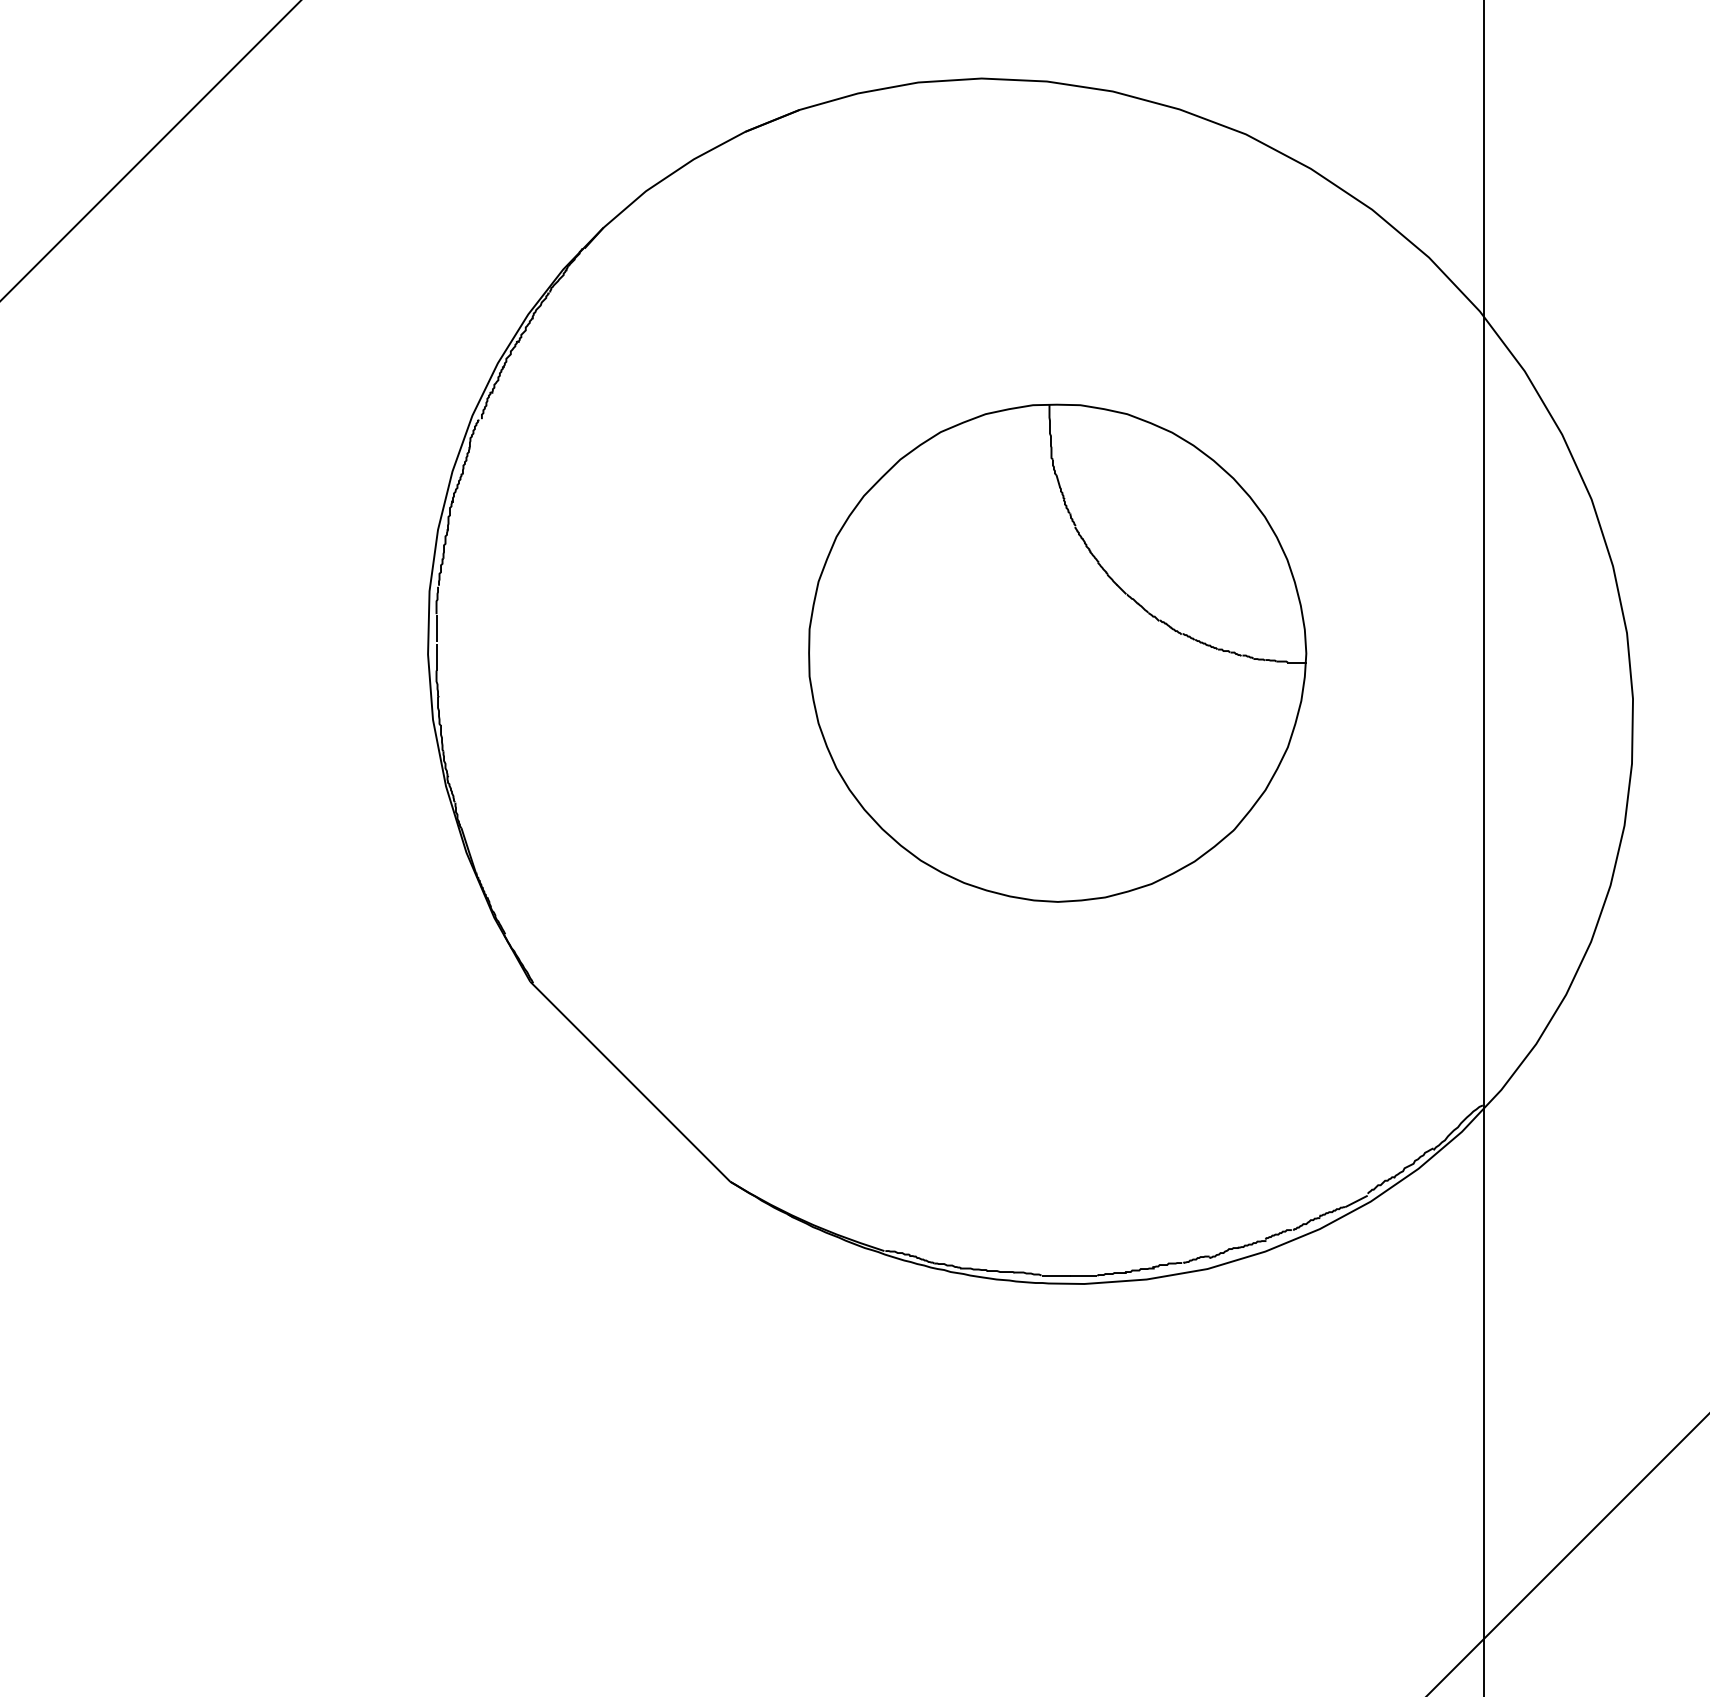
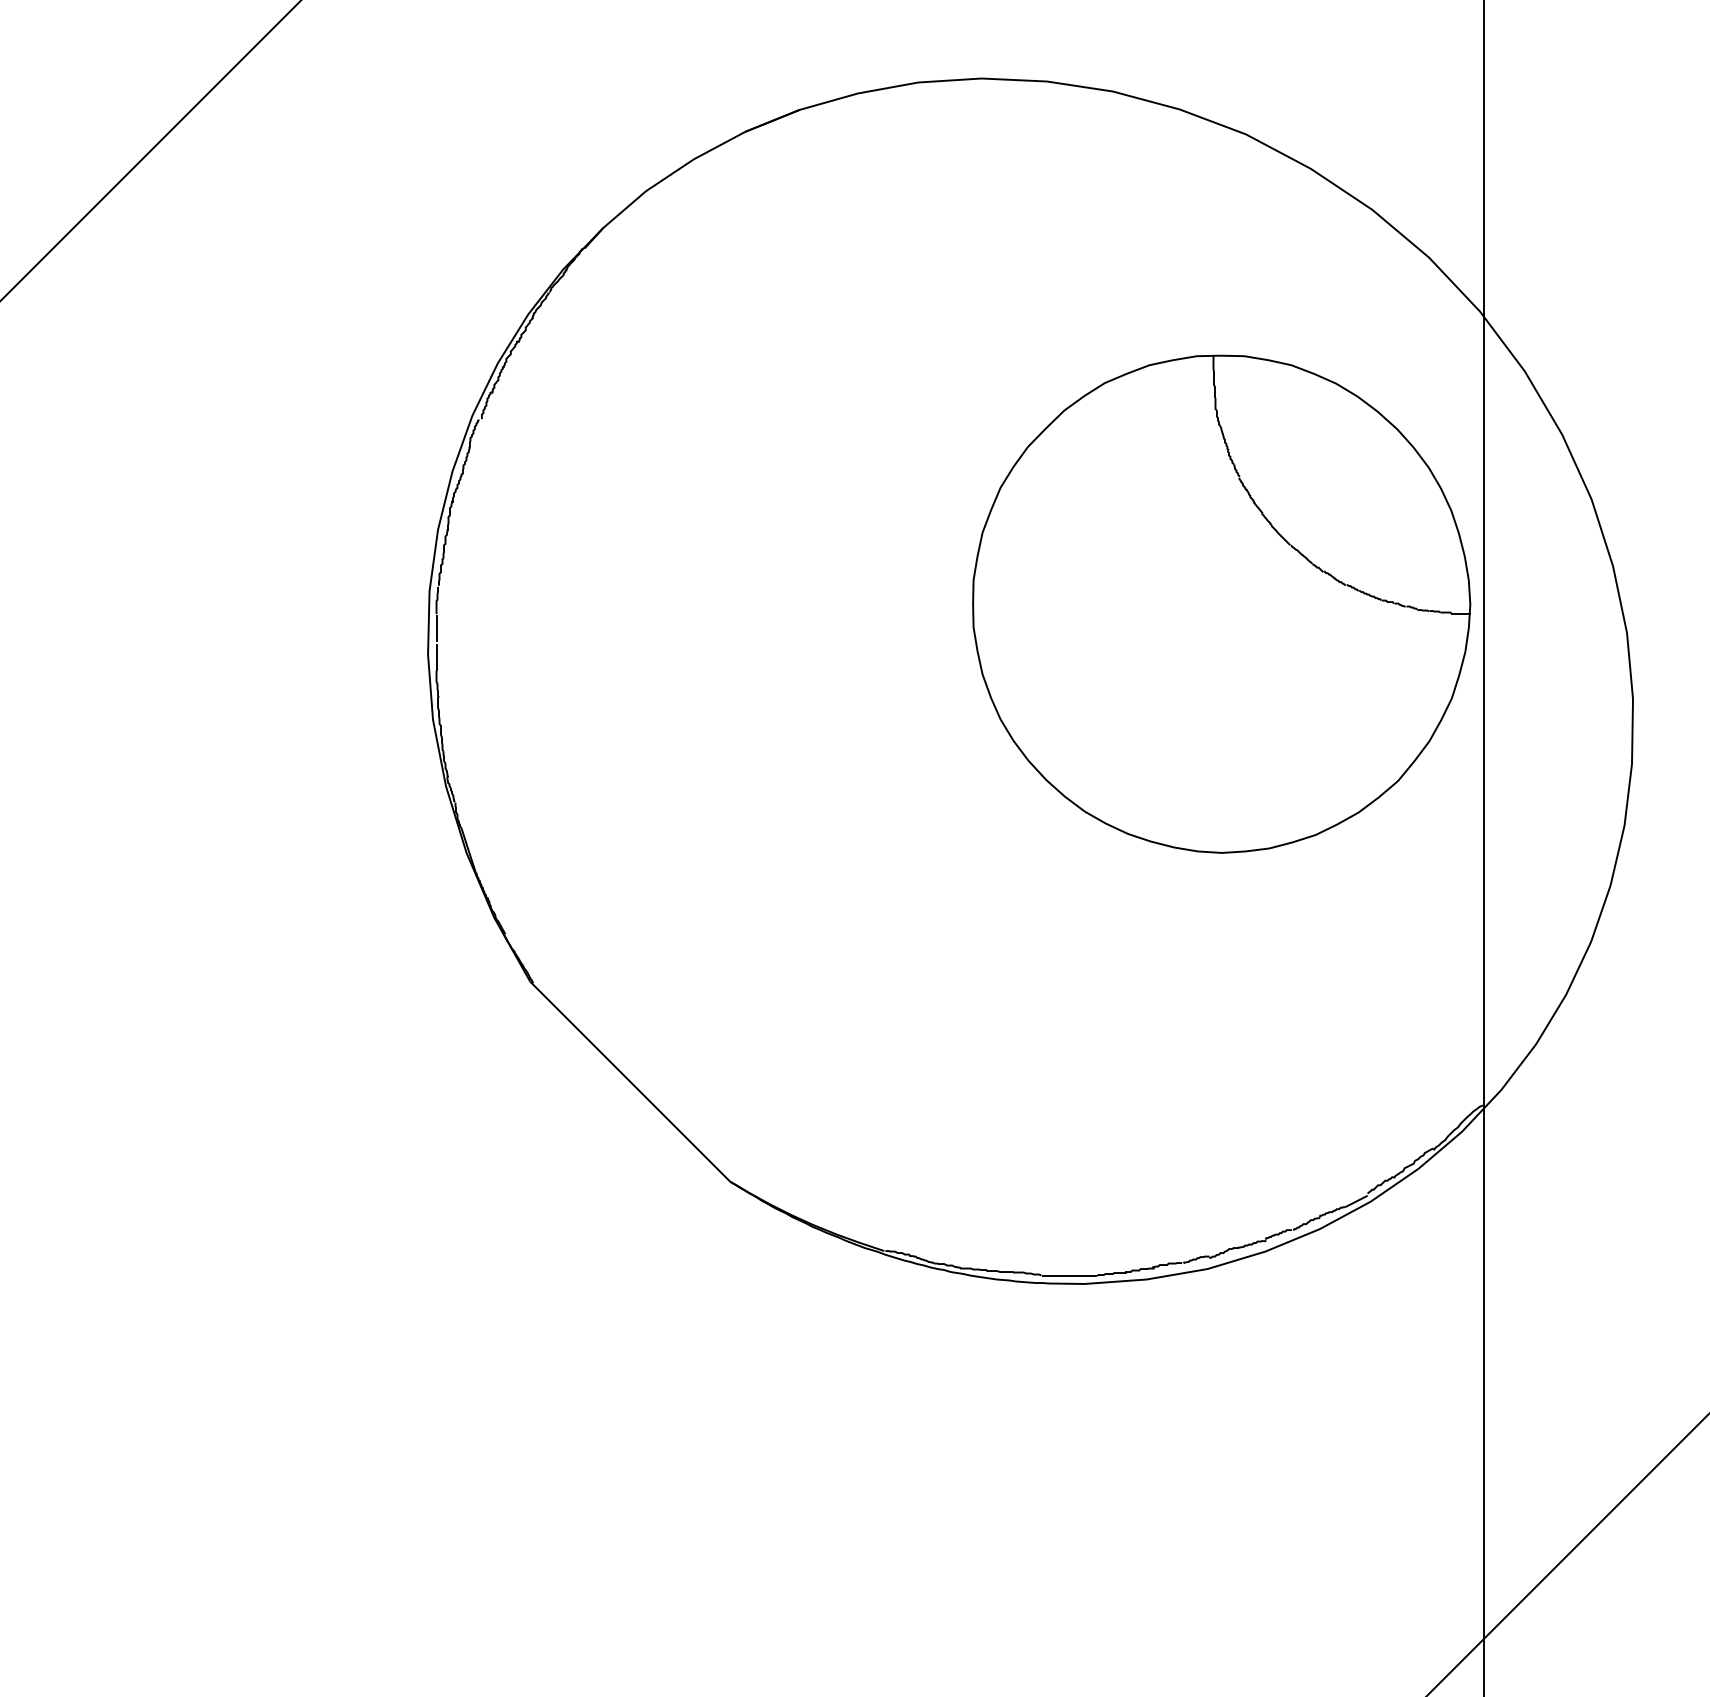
part at (1057, 652) position: (1057, 652) -> (1221, 603)
